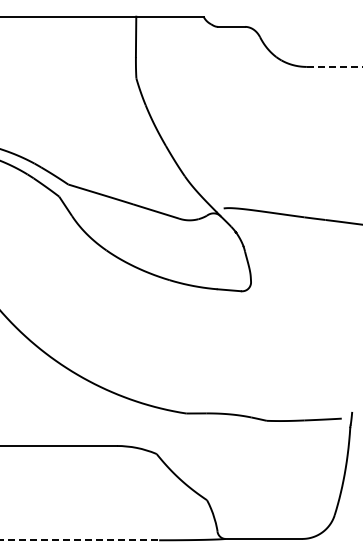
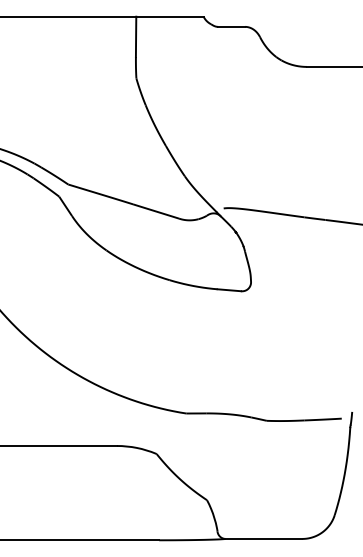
line at (334, 66): dashed -> solid
line at (80, 540): dashed -> solid
